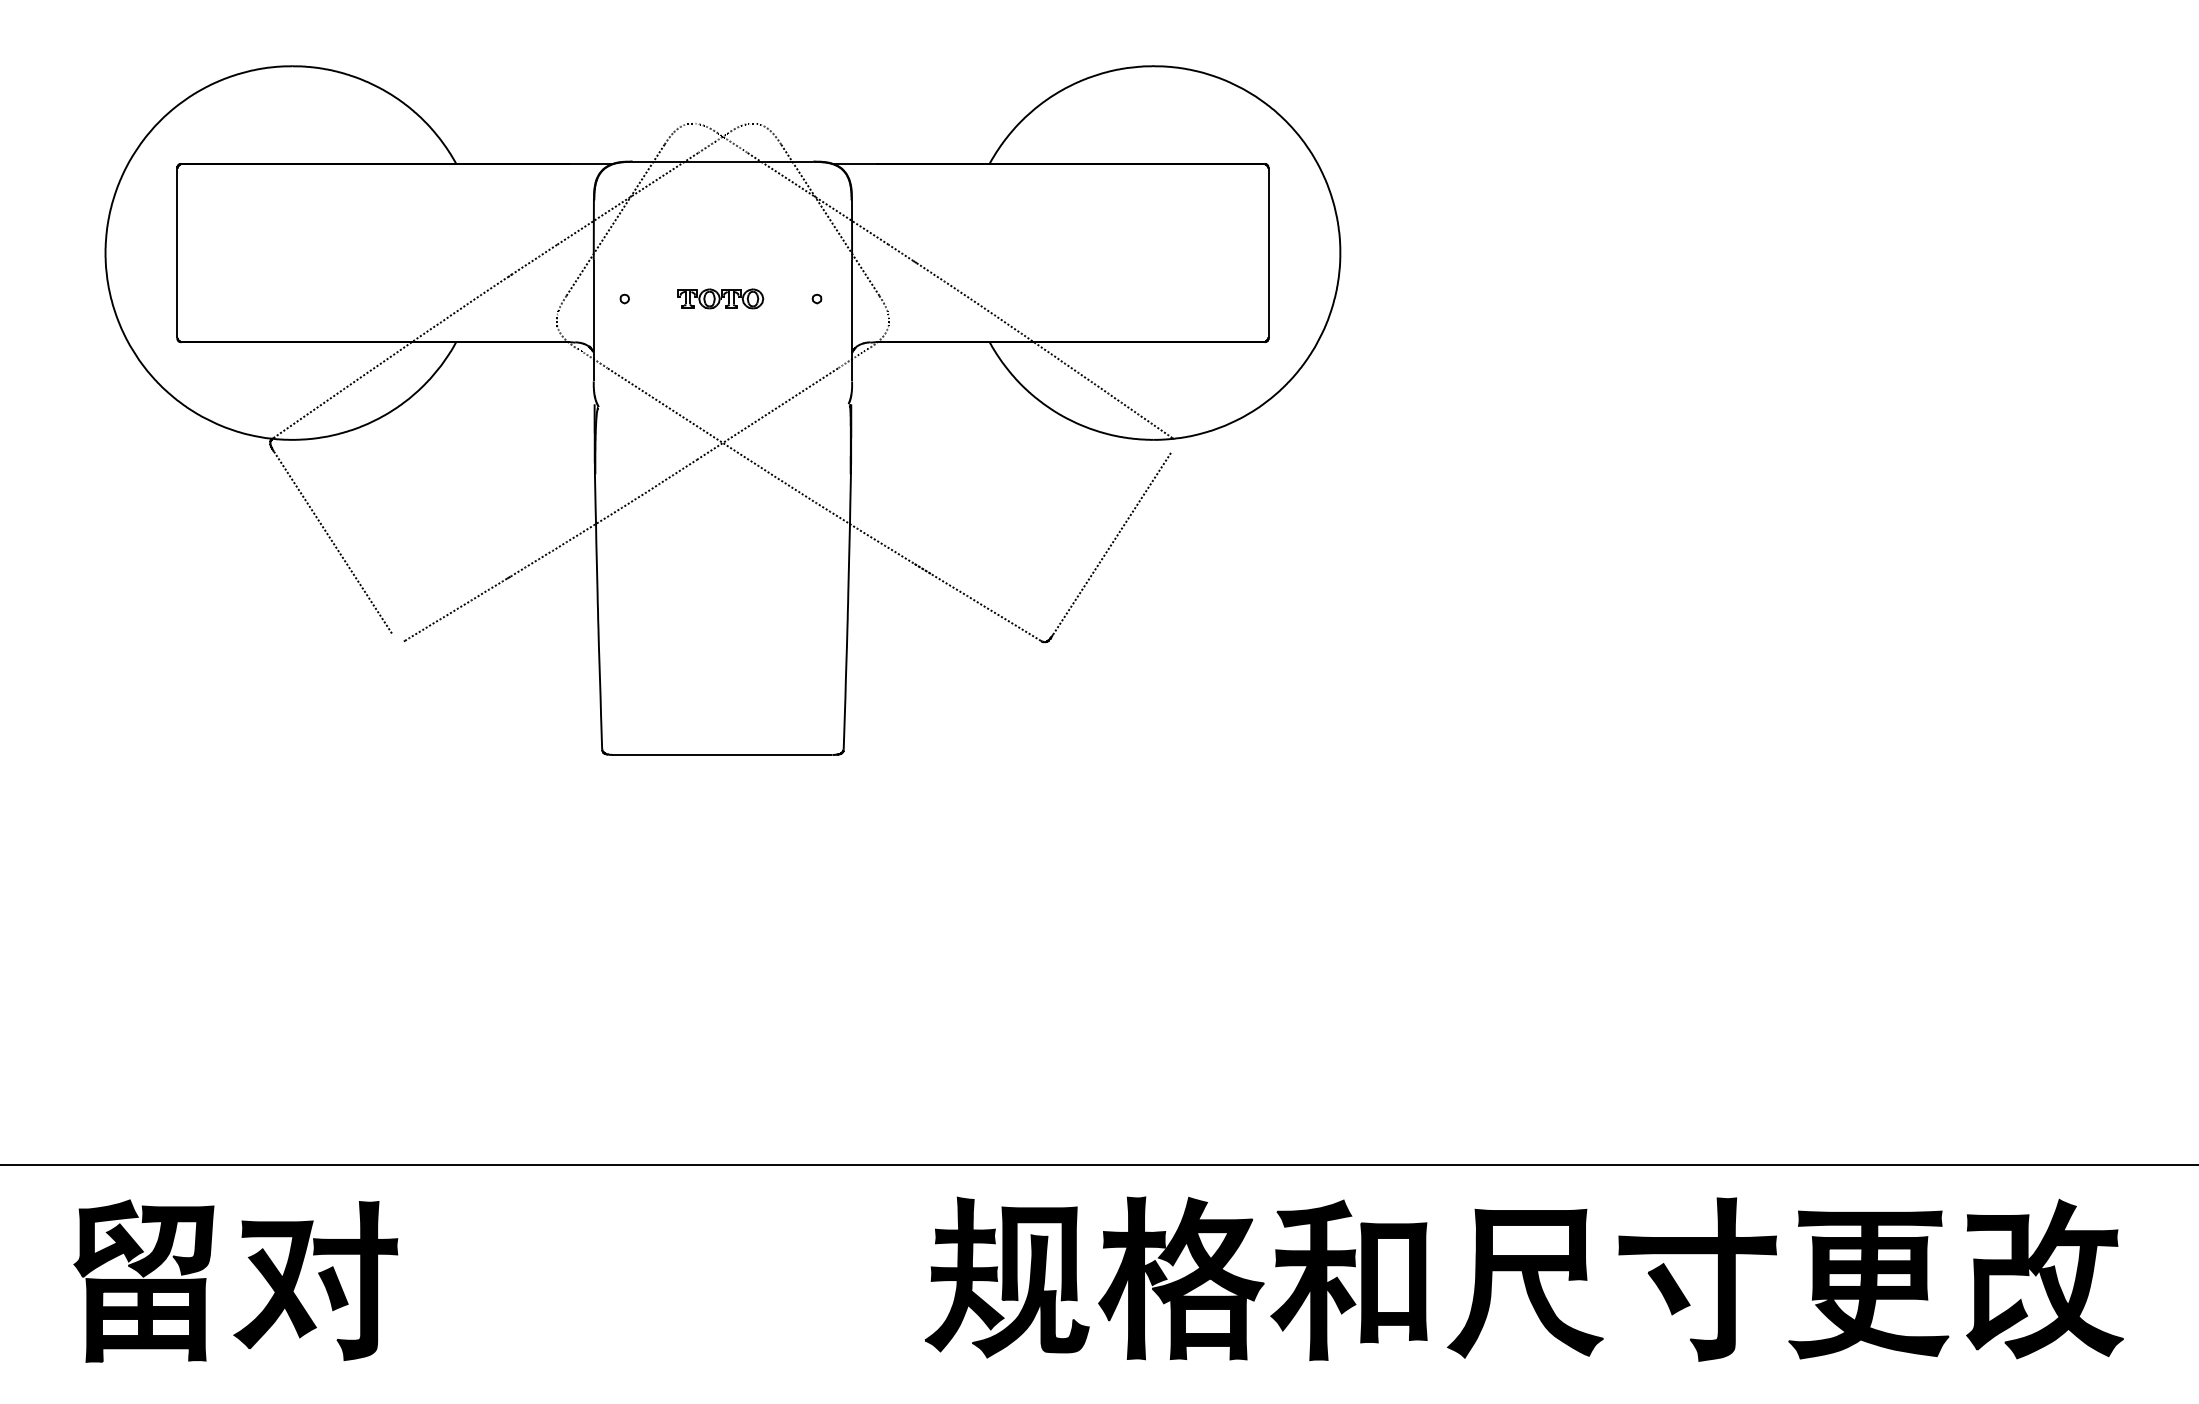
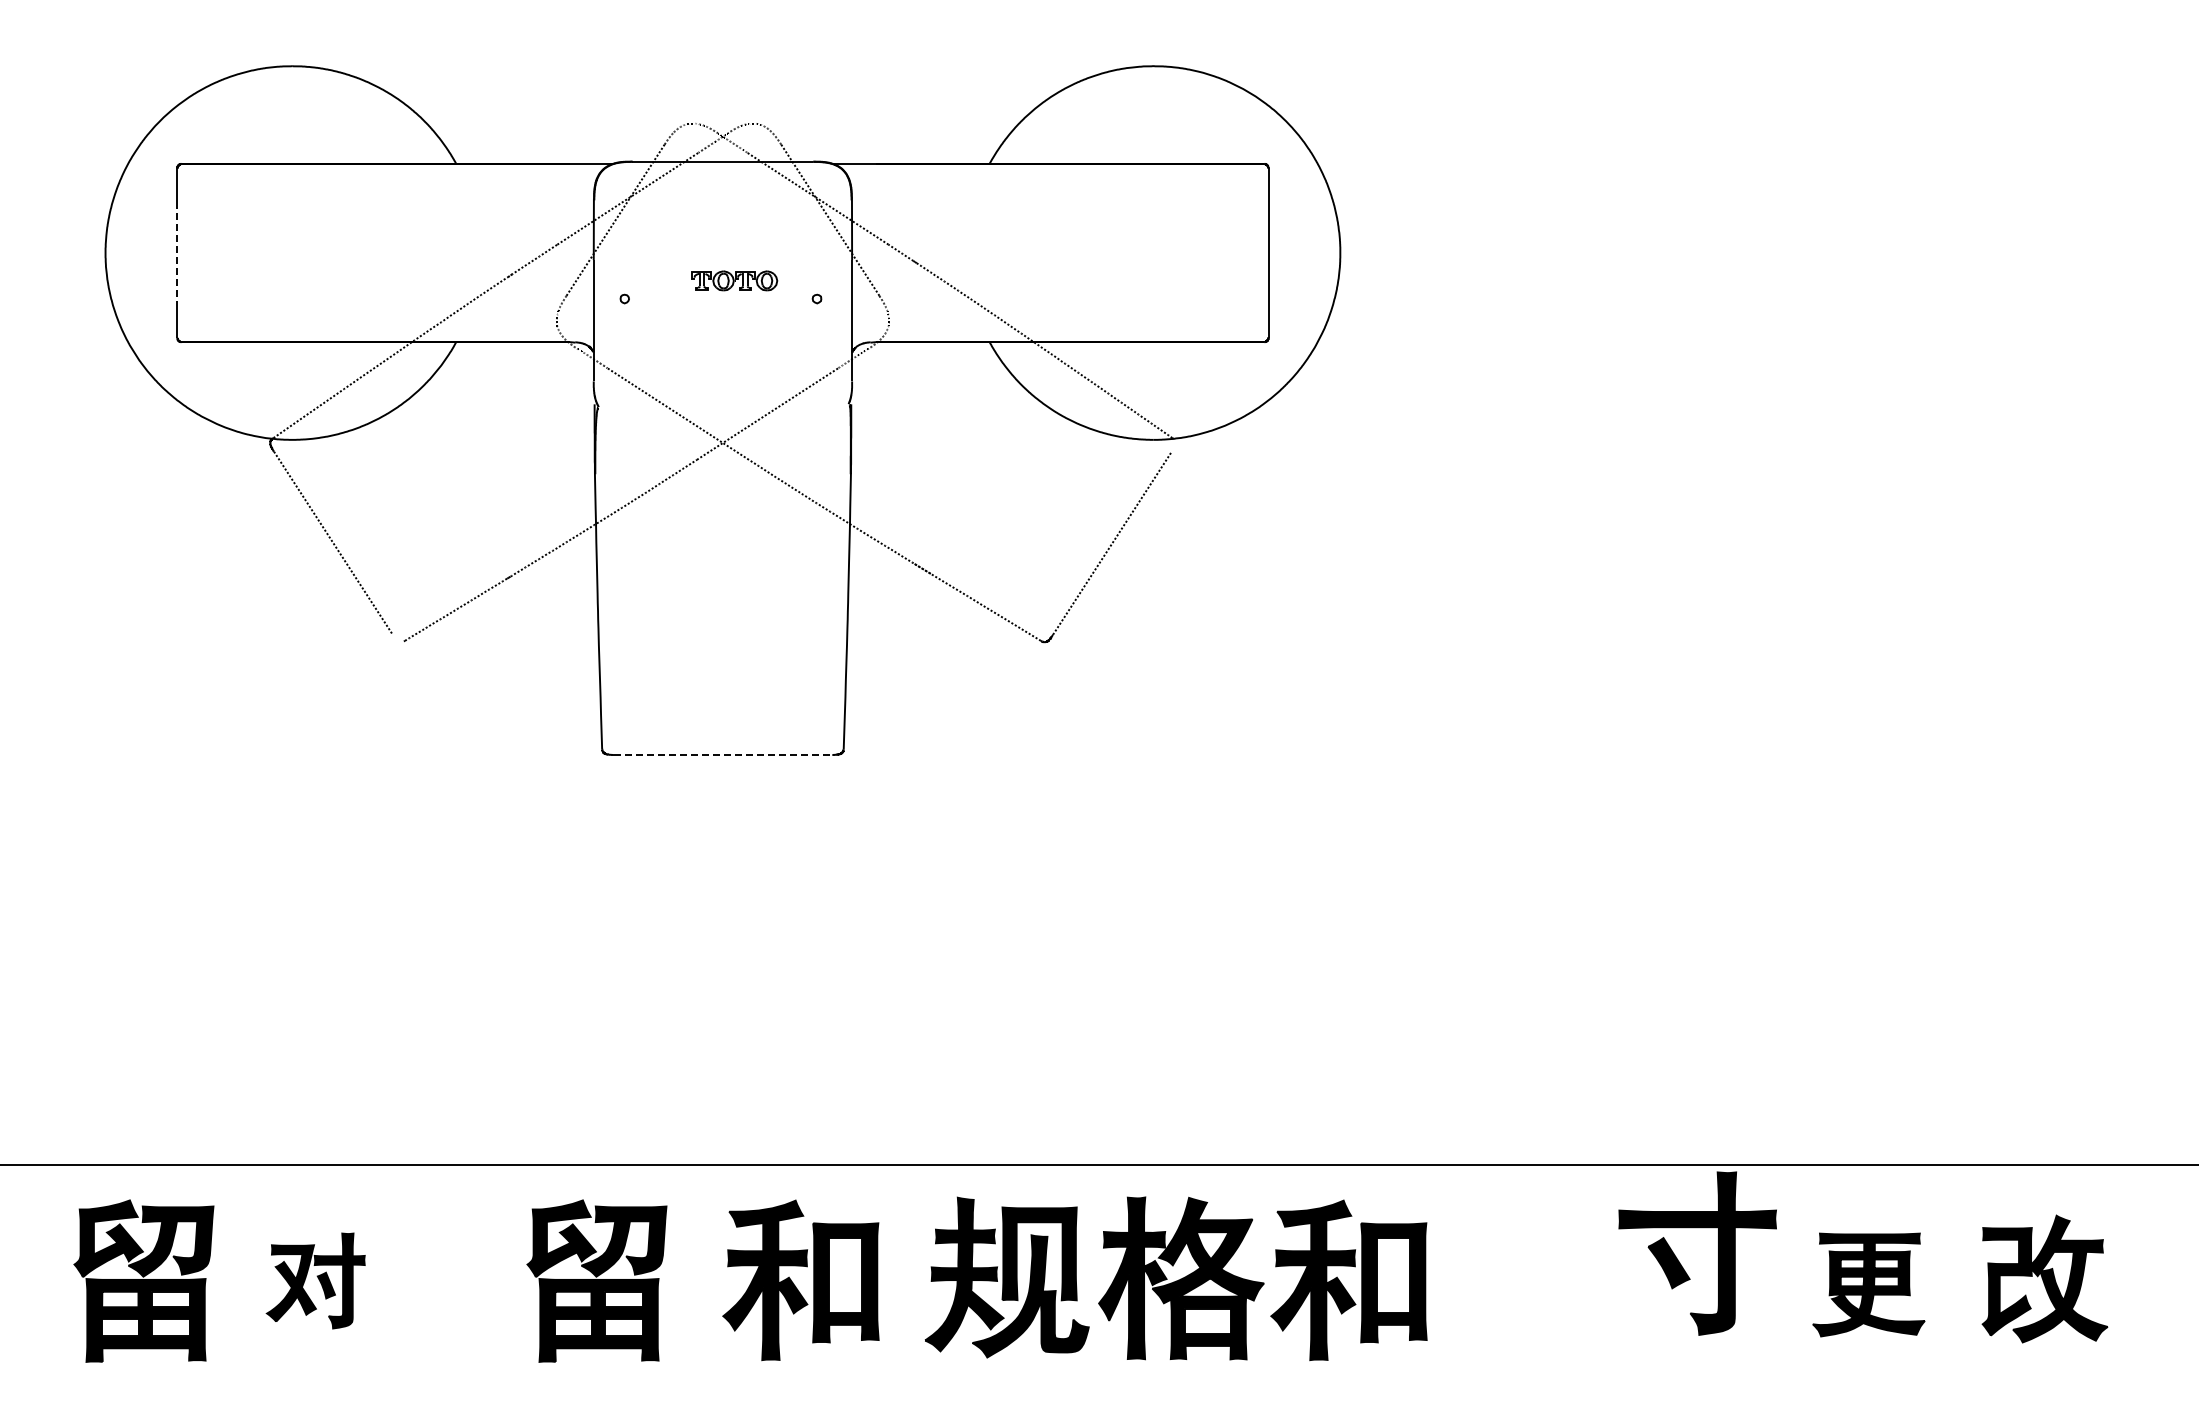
line at (177, 253): solid -> dashed
part at (720, 298) position: (720, 298) -> (734, 280)
line at (723, 755): solid -> dashed
part at (2044, 1278) size: 158x162 px -> 128x130 px
part at (315, 1280) size: 166x160 px -> 101x98 px
part at (596, 1280): none -> present
part at (1524, 1283): present -> none
part at (1868, 1284) size: 162x150 px -> 114x106 px
part at (795, 1285): none -> present
part at (1680, 1288) position: (1680, 1288) -> (1680, 1262)
